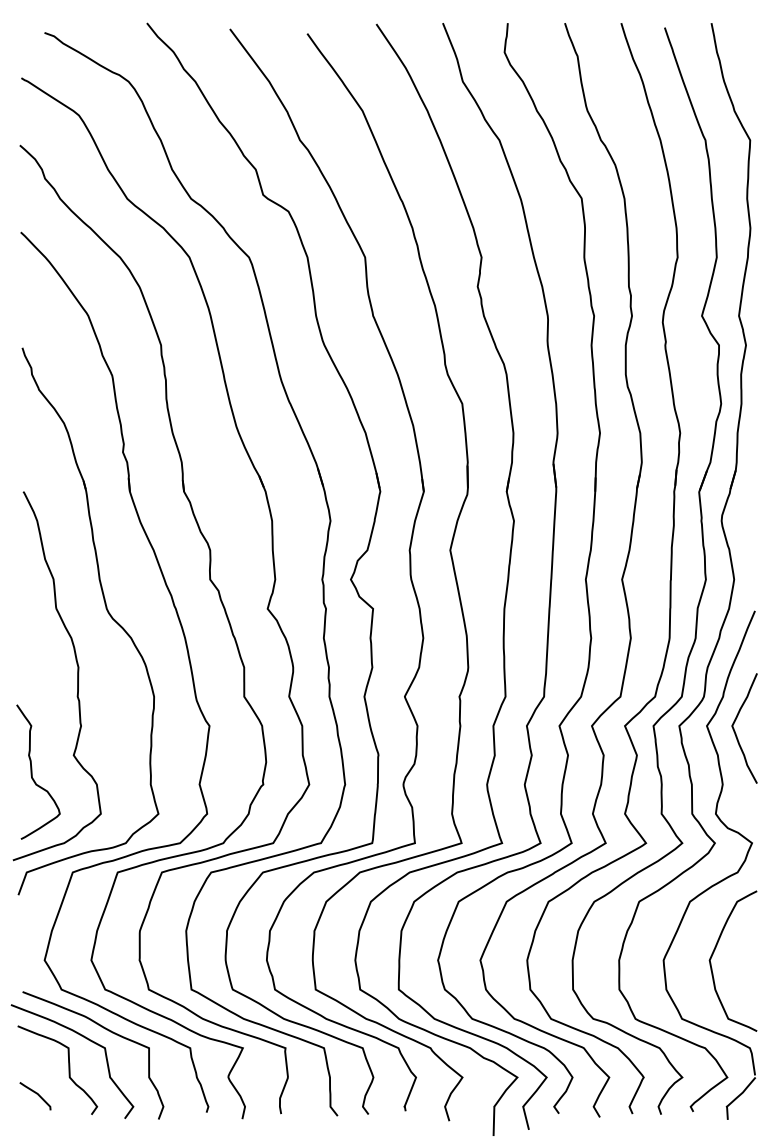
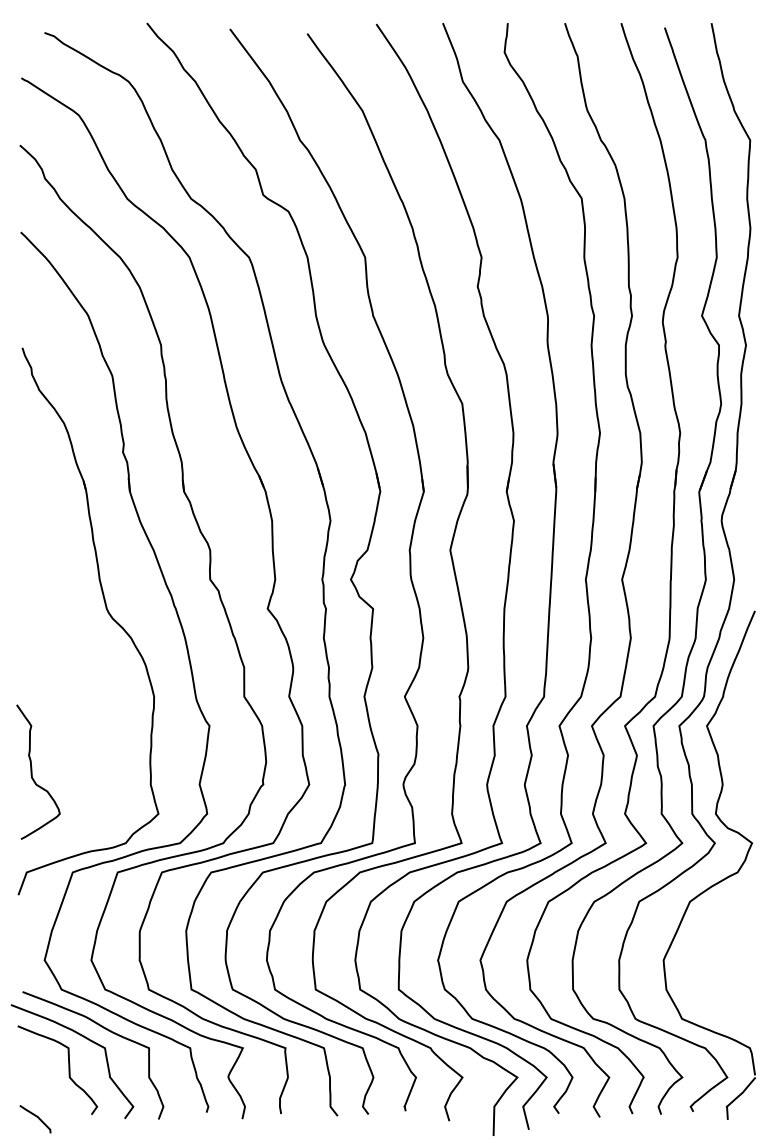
curve at (77, 676): present -> none
curve at (735, 730): present -> none
curve at (714, 952): present -> none
line at (36, 1094) position: (36, 1094) -> (36, 1117)
